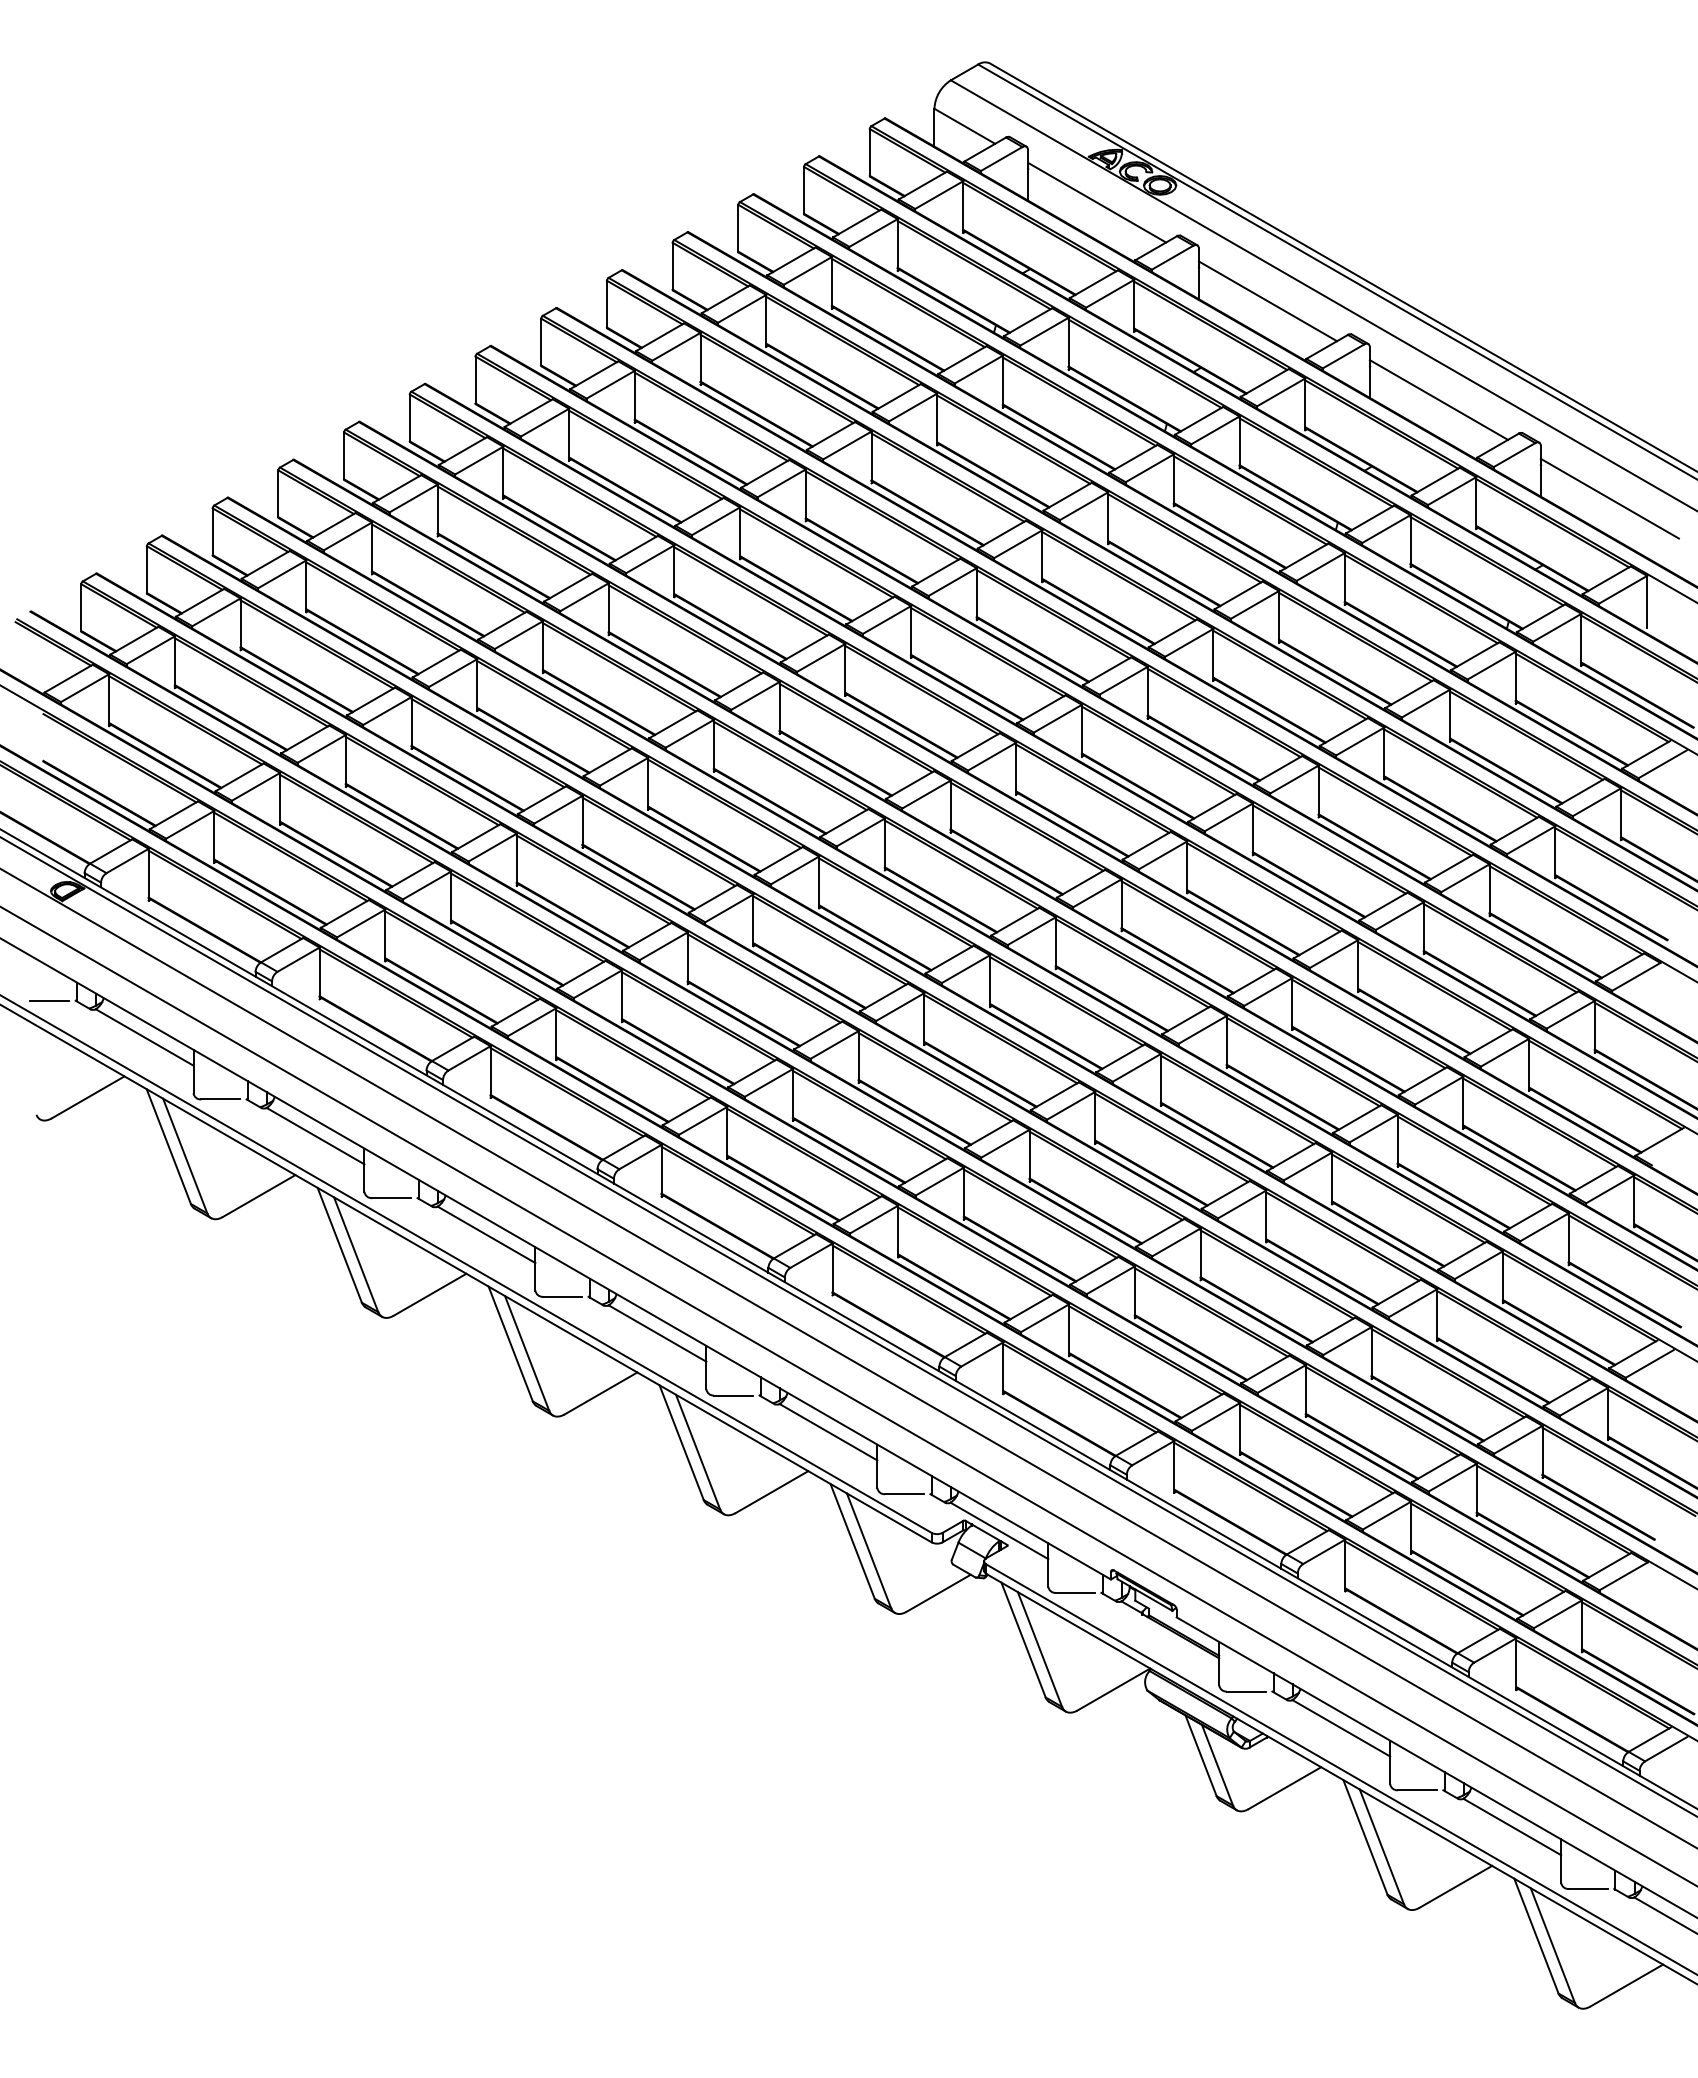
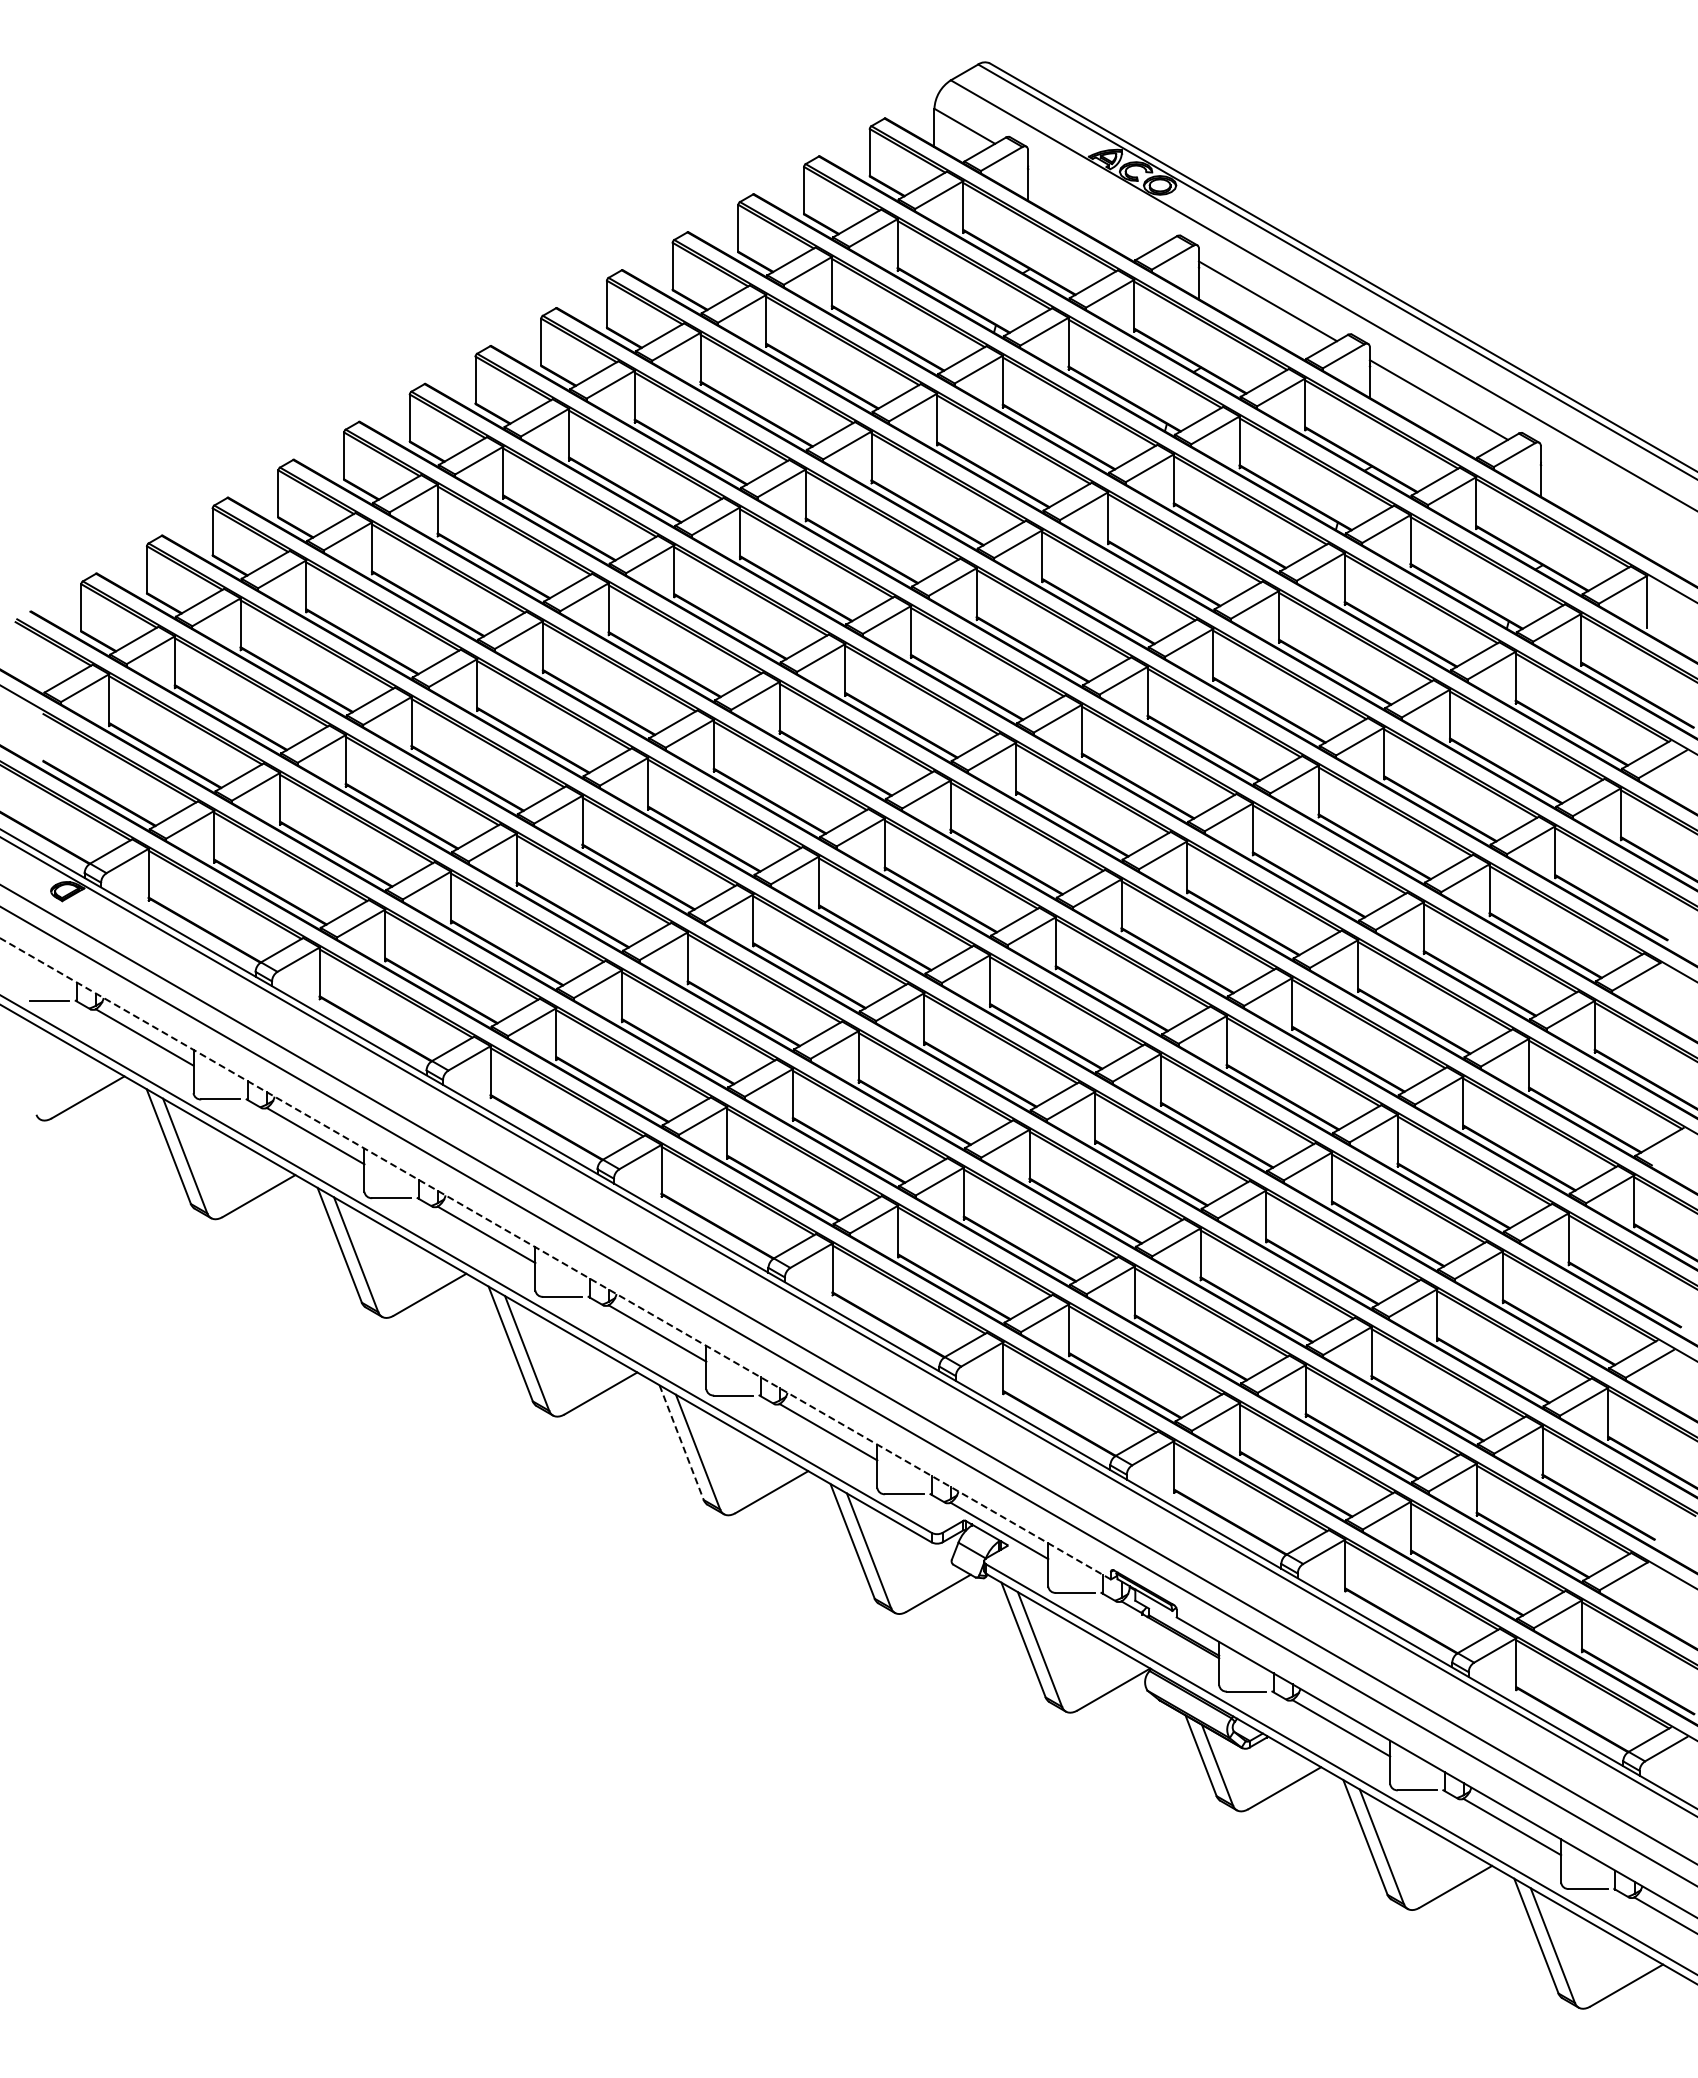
line at (1097, 202): present -> none
line at (1609, 498): present -> none
line at (555, 1258): solid -> dashed
line at (848, 1357) position: (848, 1357) -> (848, 1373)
line at (681, 1442): solid -> dashed
